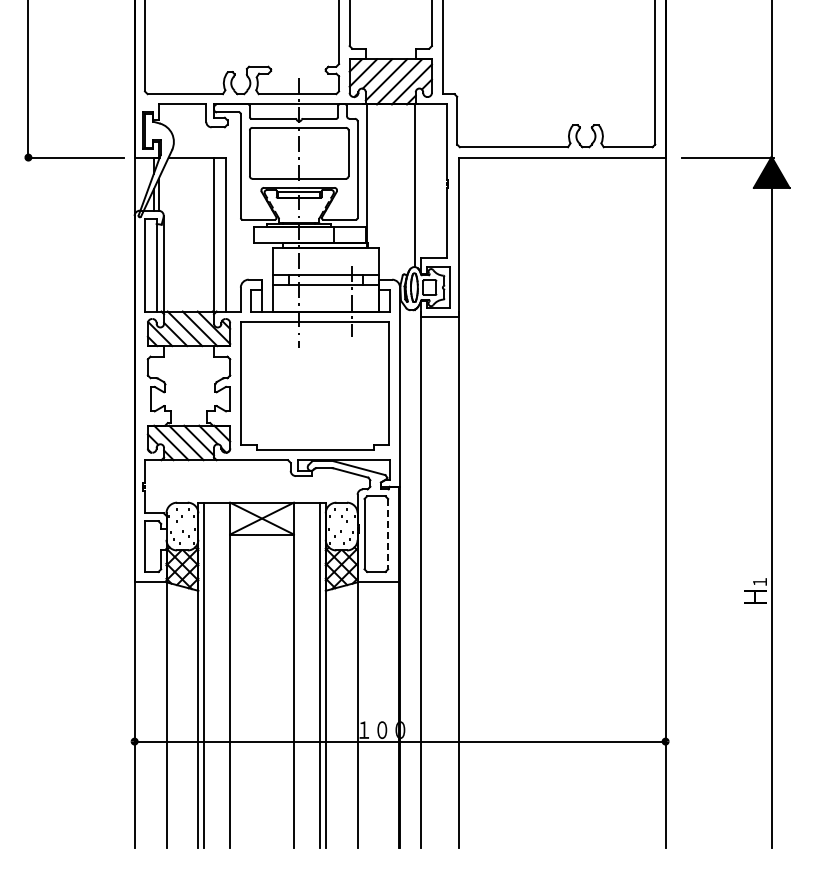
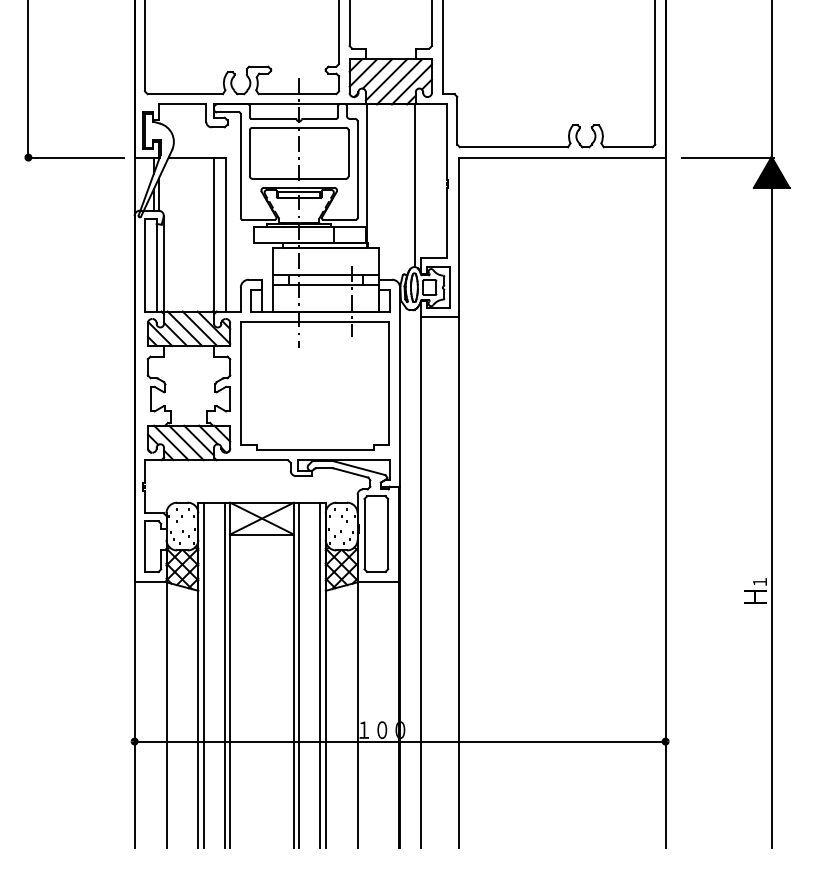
line at (388, 534): dashed -> solid
line at (224, 674): none -> present
line at (299, 674): none -> present
